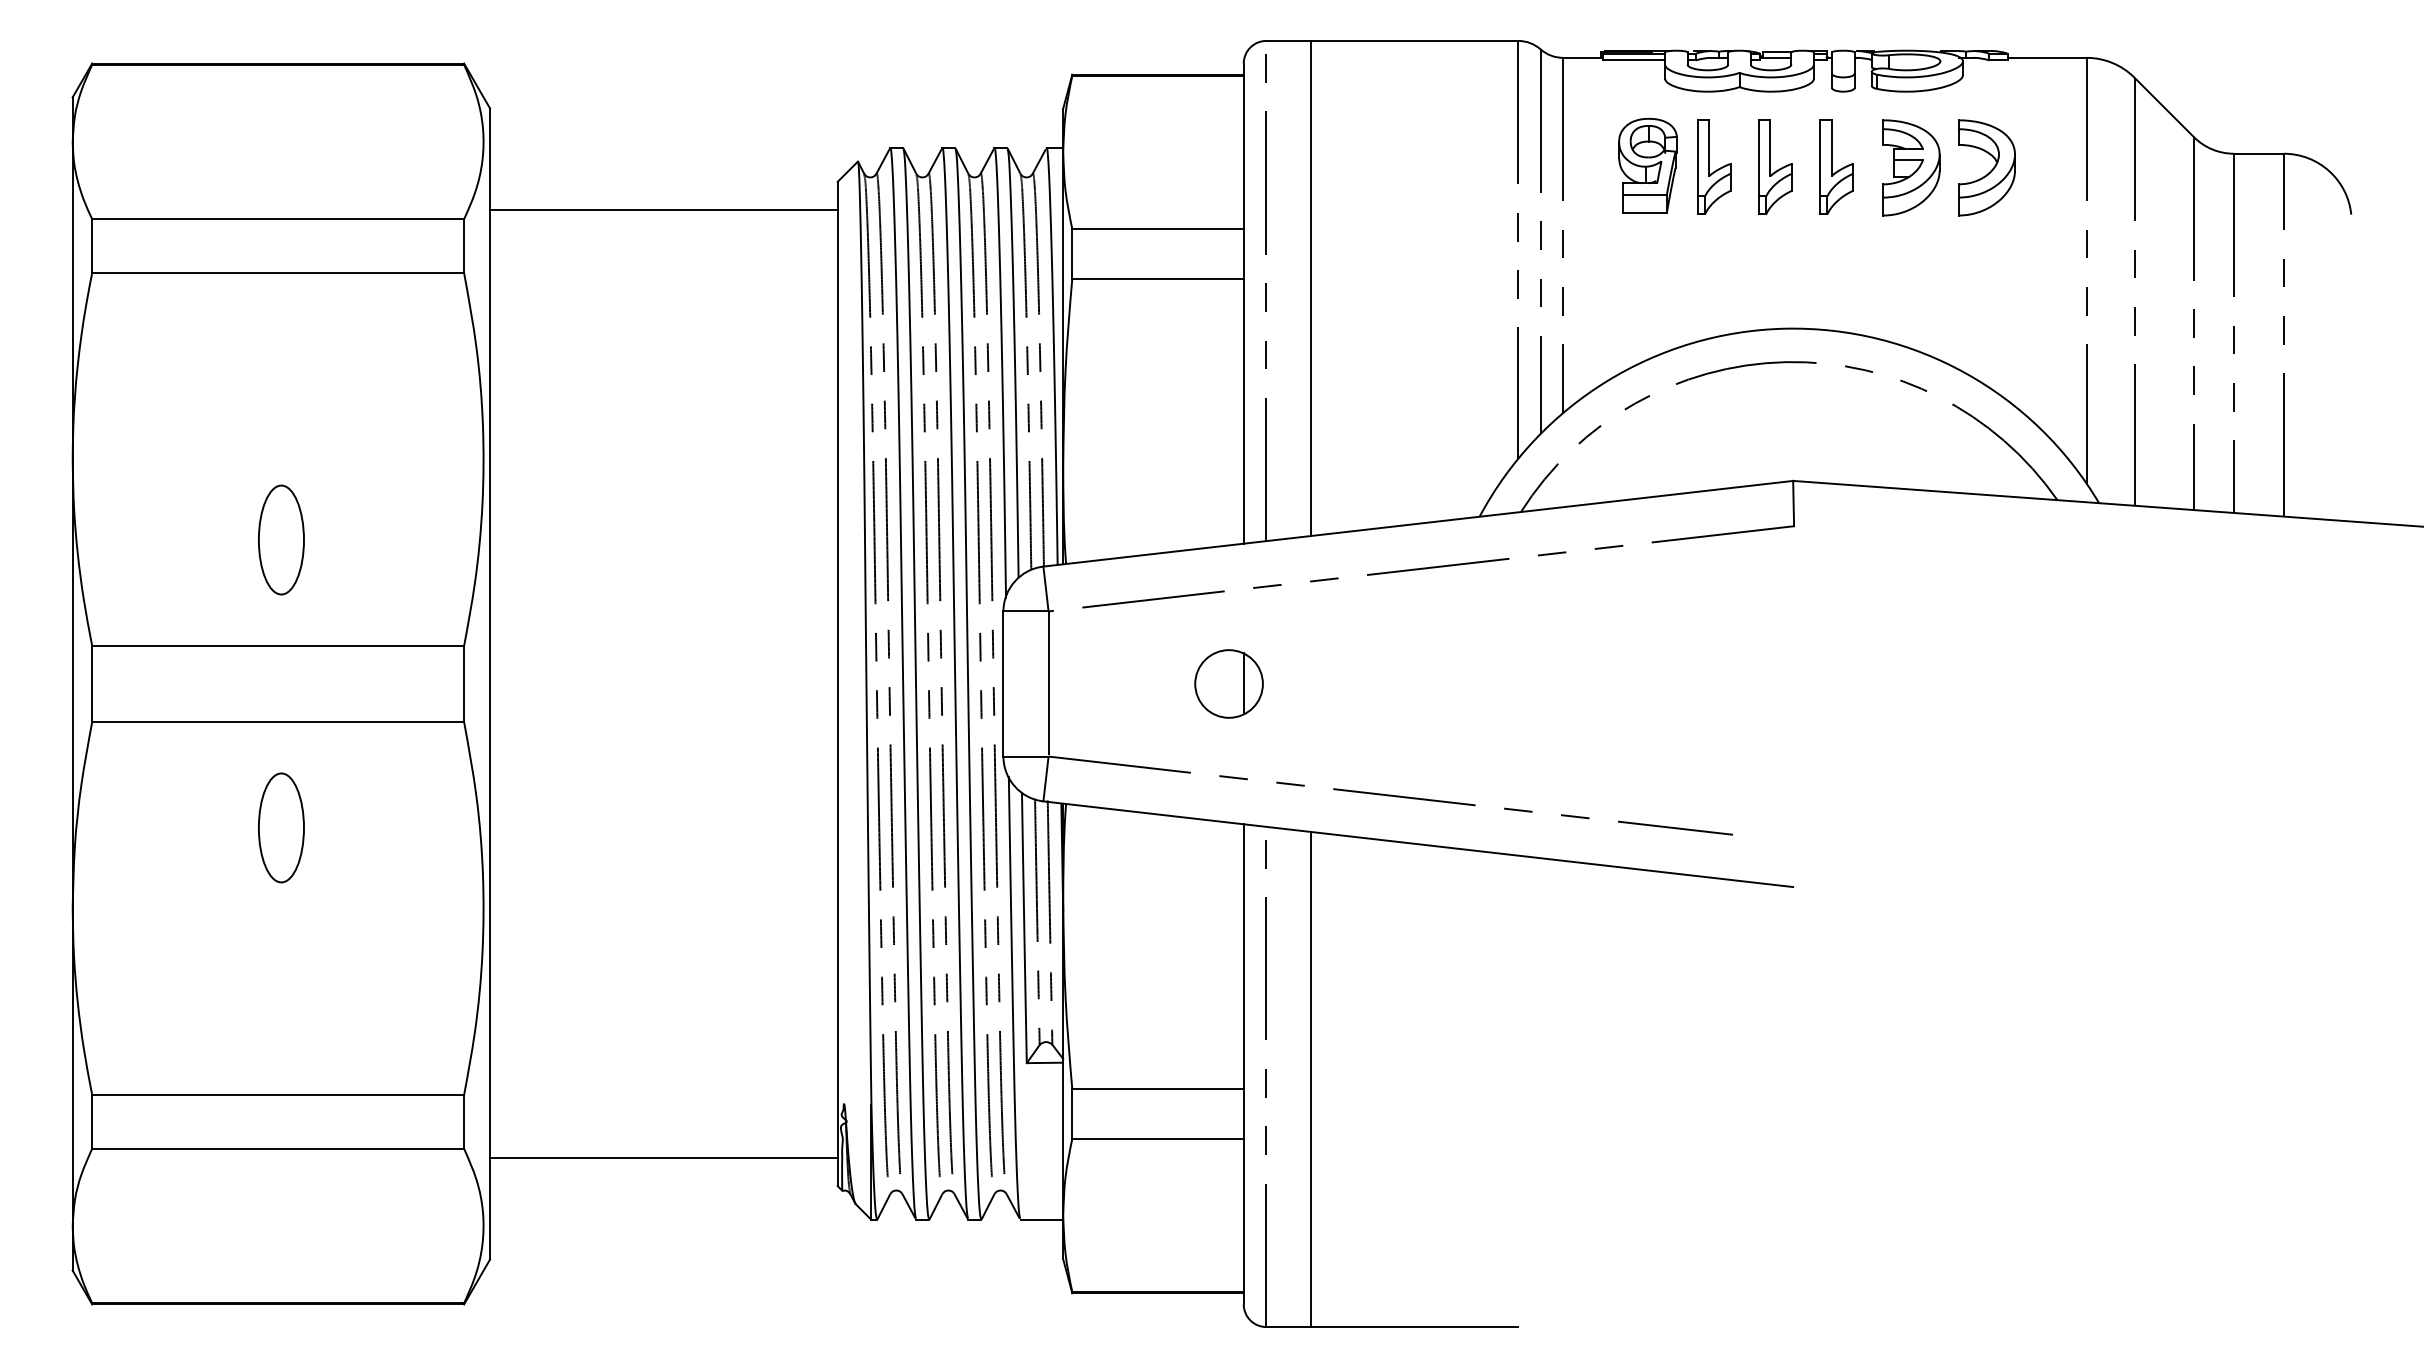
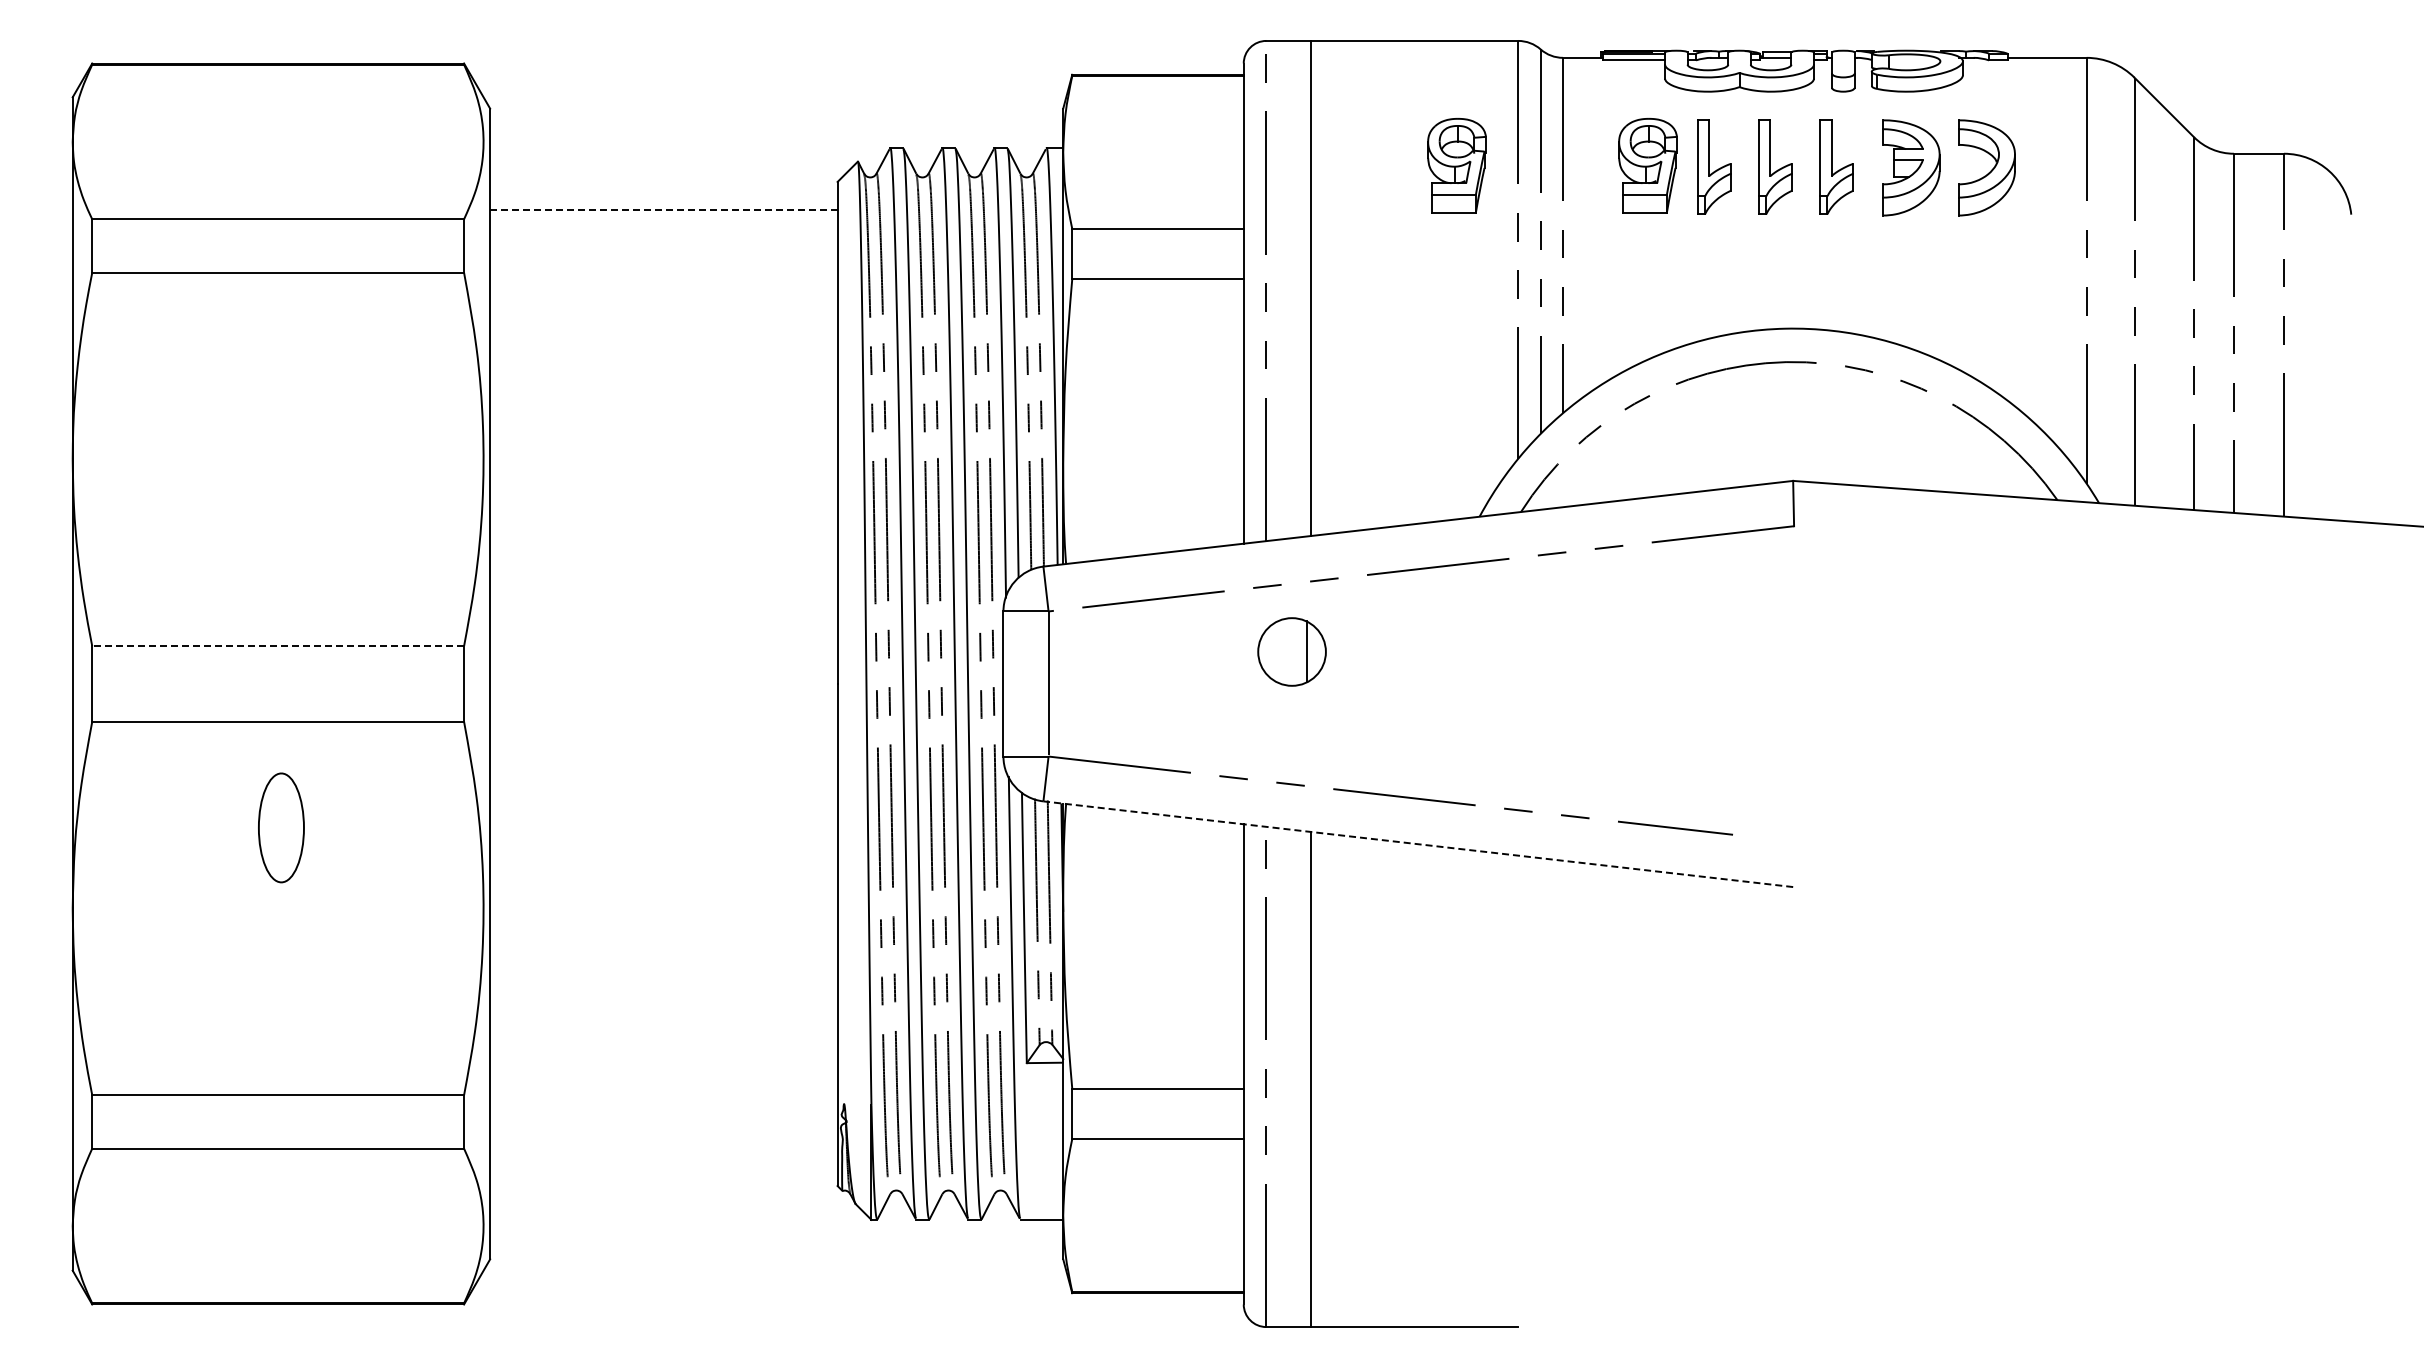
part at (1456, 165): none -> present
line at (663, 210): solid -> dashed
part at (281, 539): present -> none
line at (278, 646): solid -> dashed
part at (1228, 683) position: (1228, 683) -> (1291, 651)
line at (1417, 844): solid -> dashed
line at (663, 1157): present -> none
